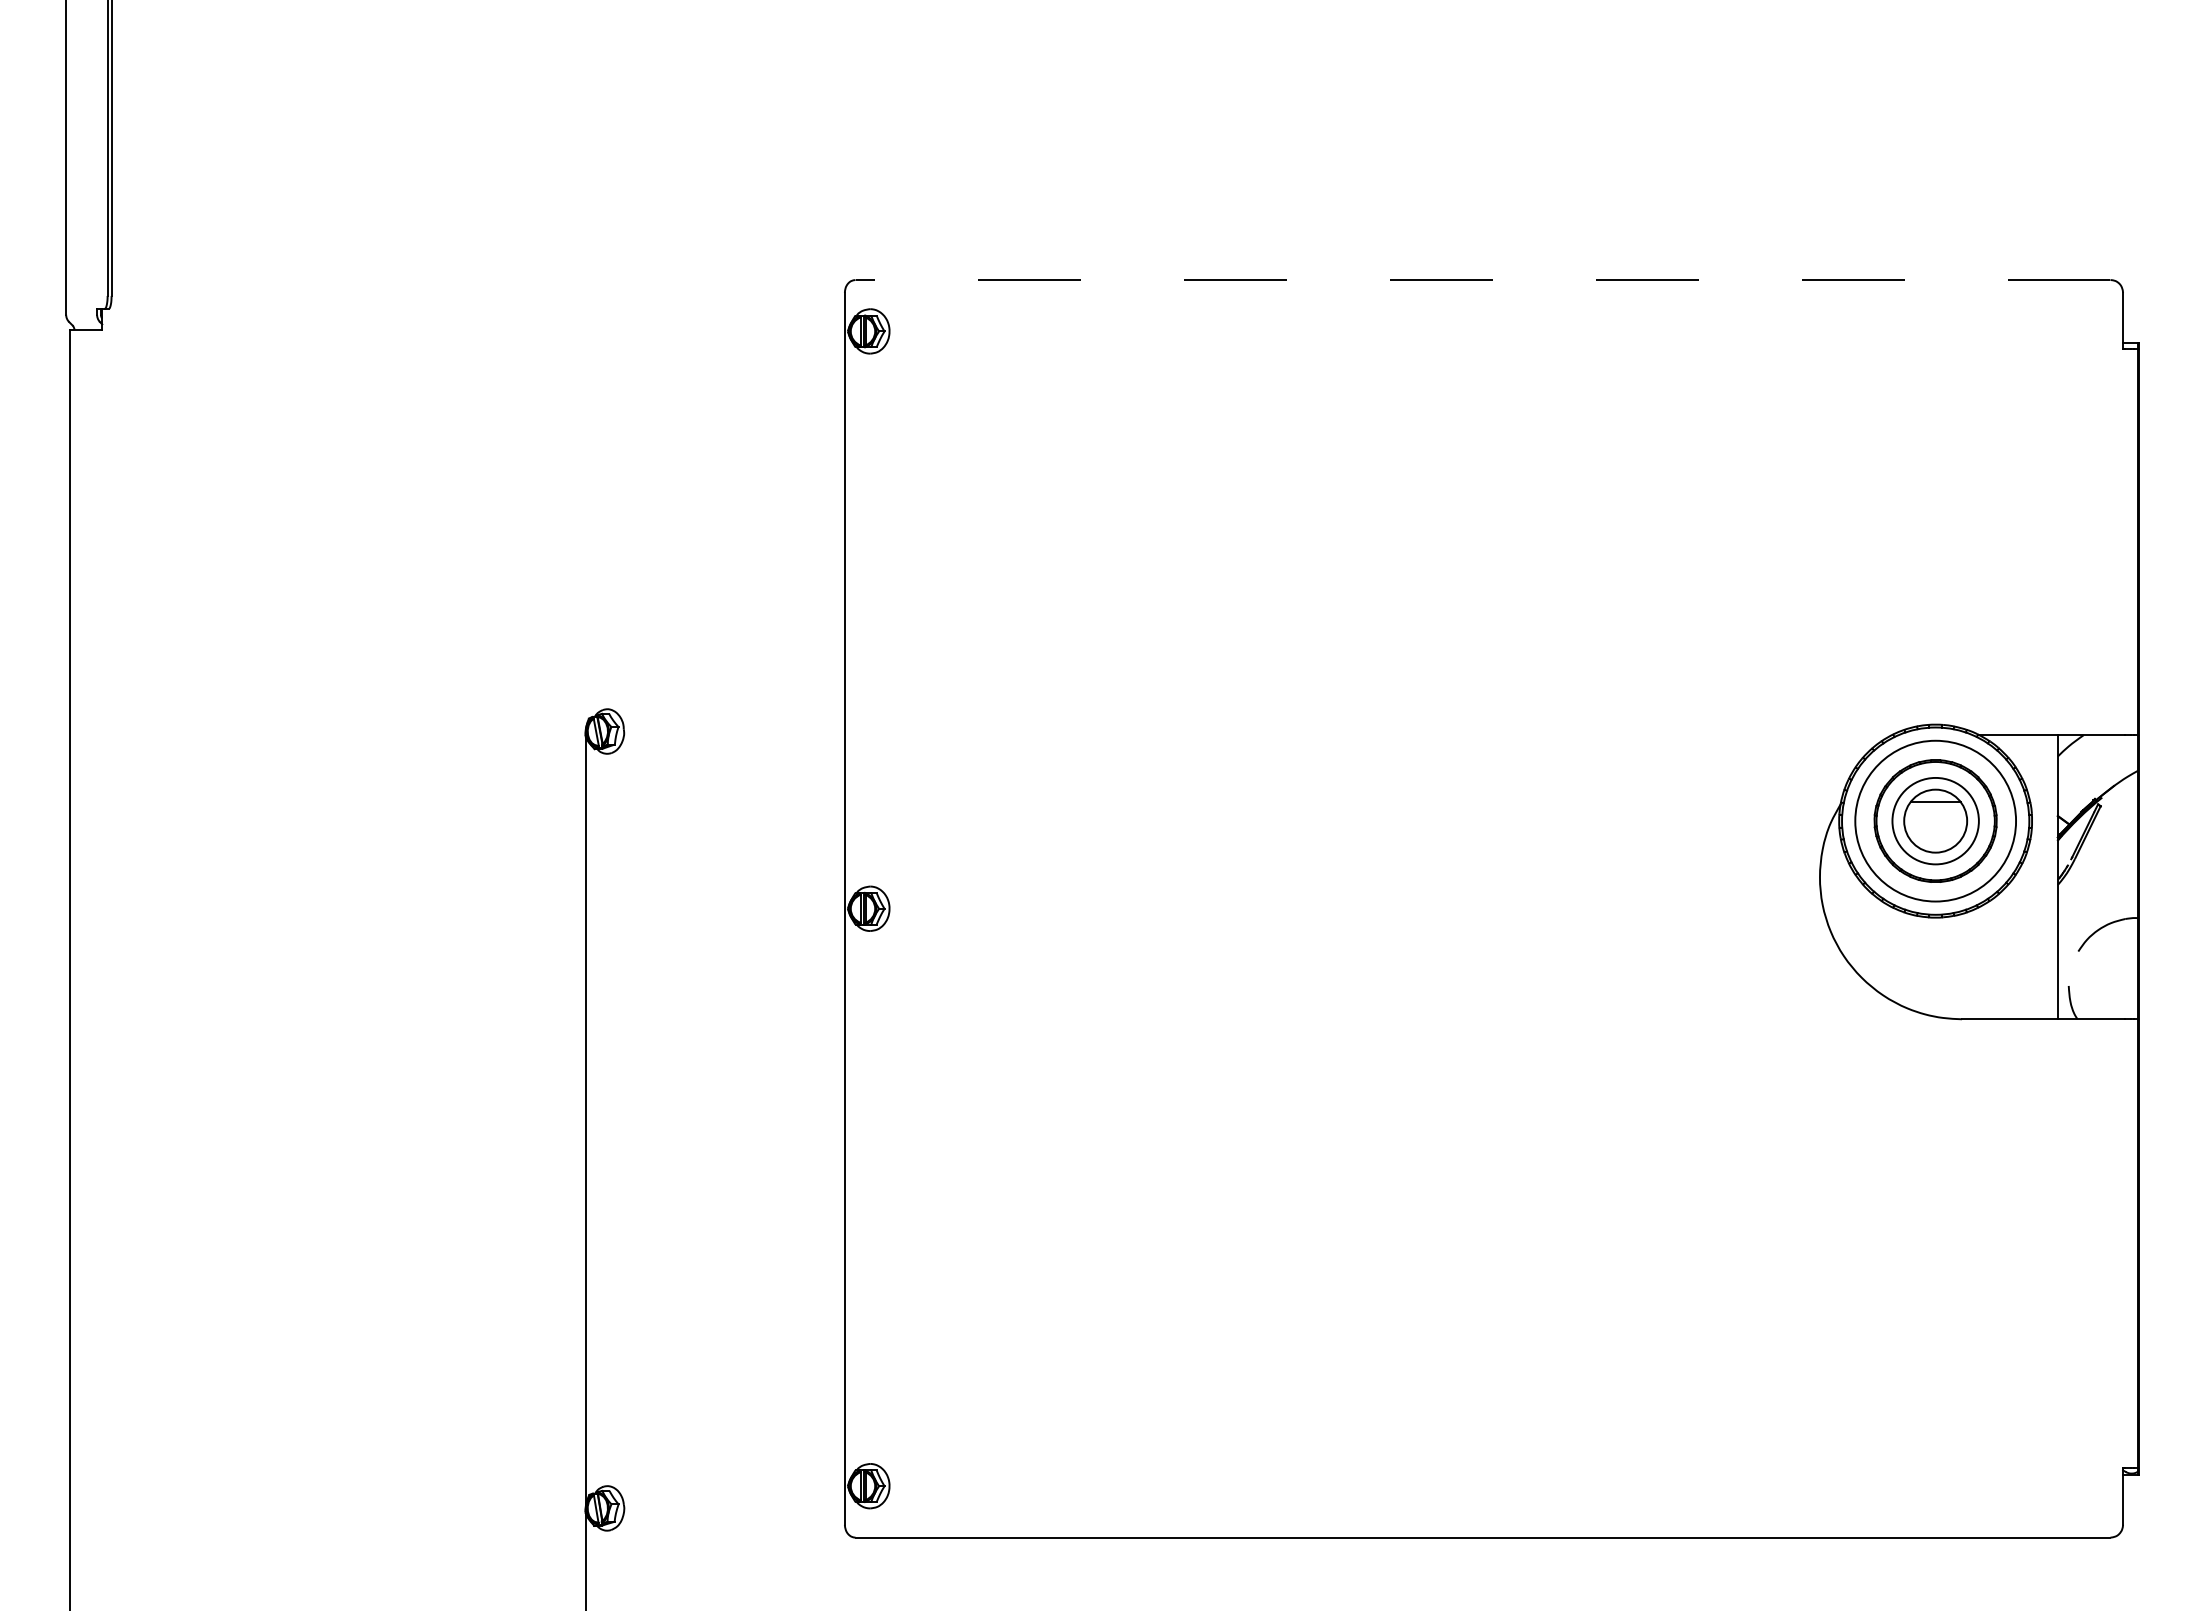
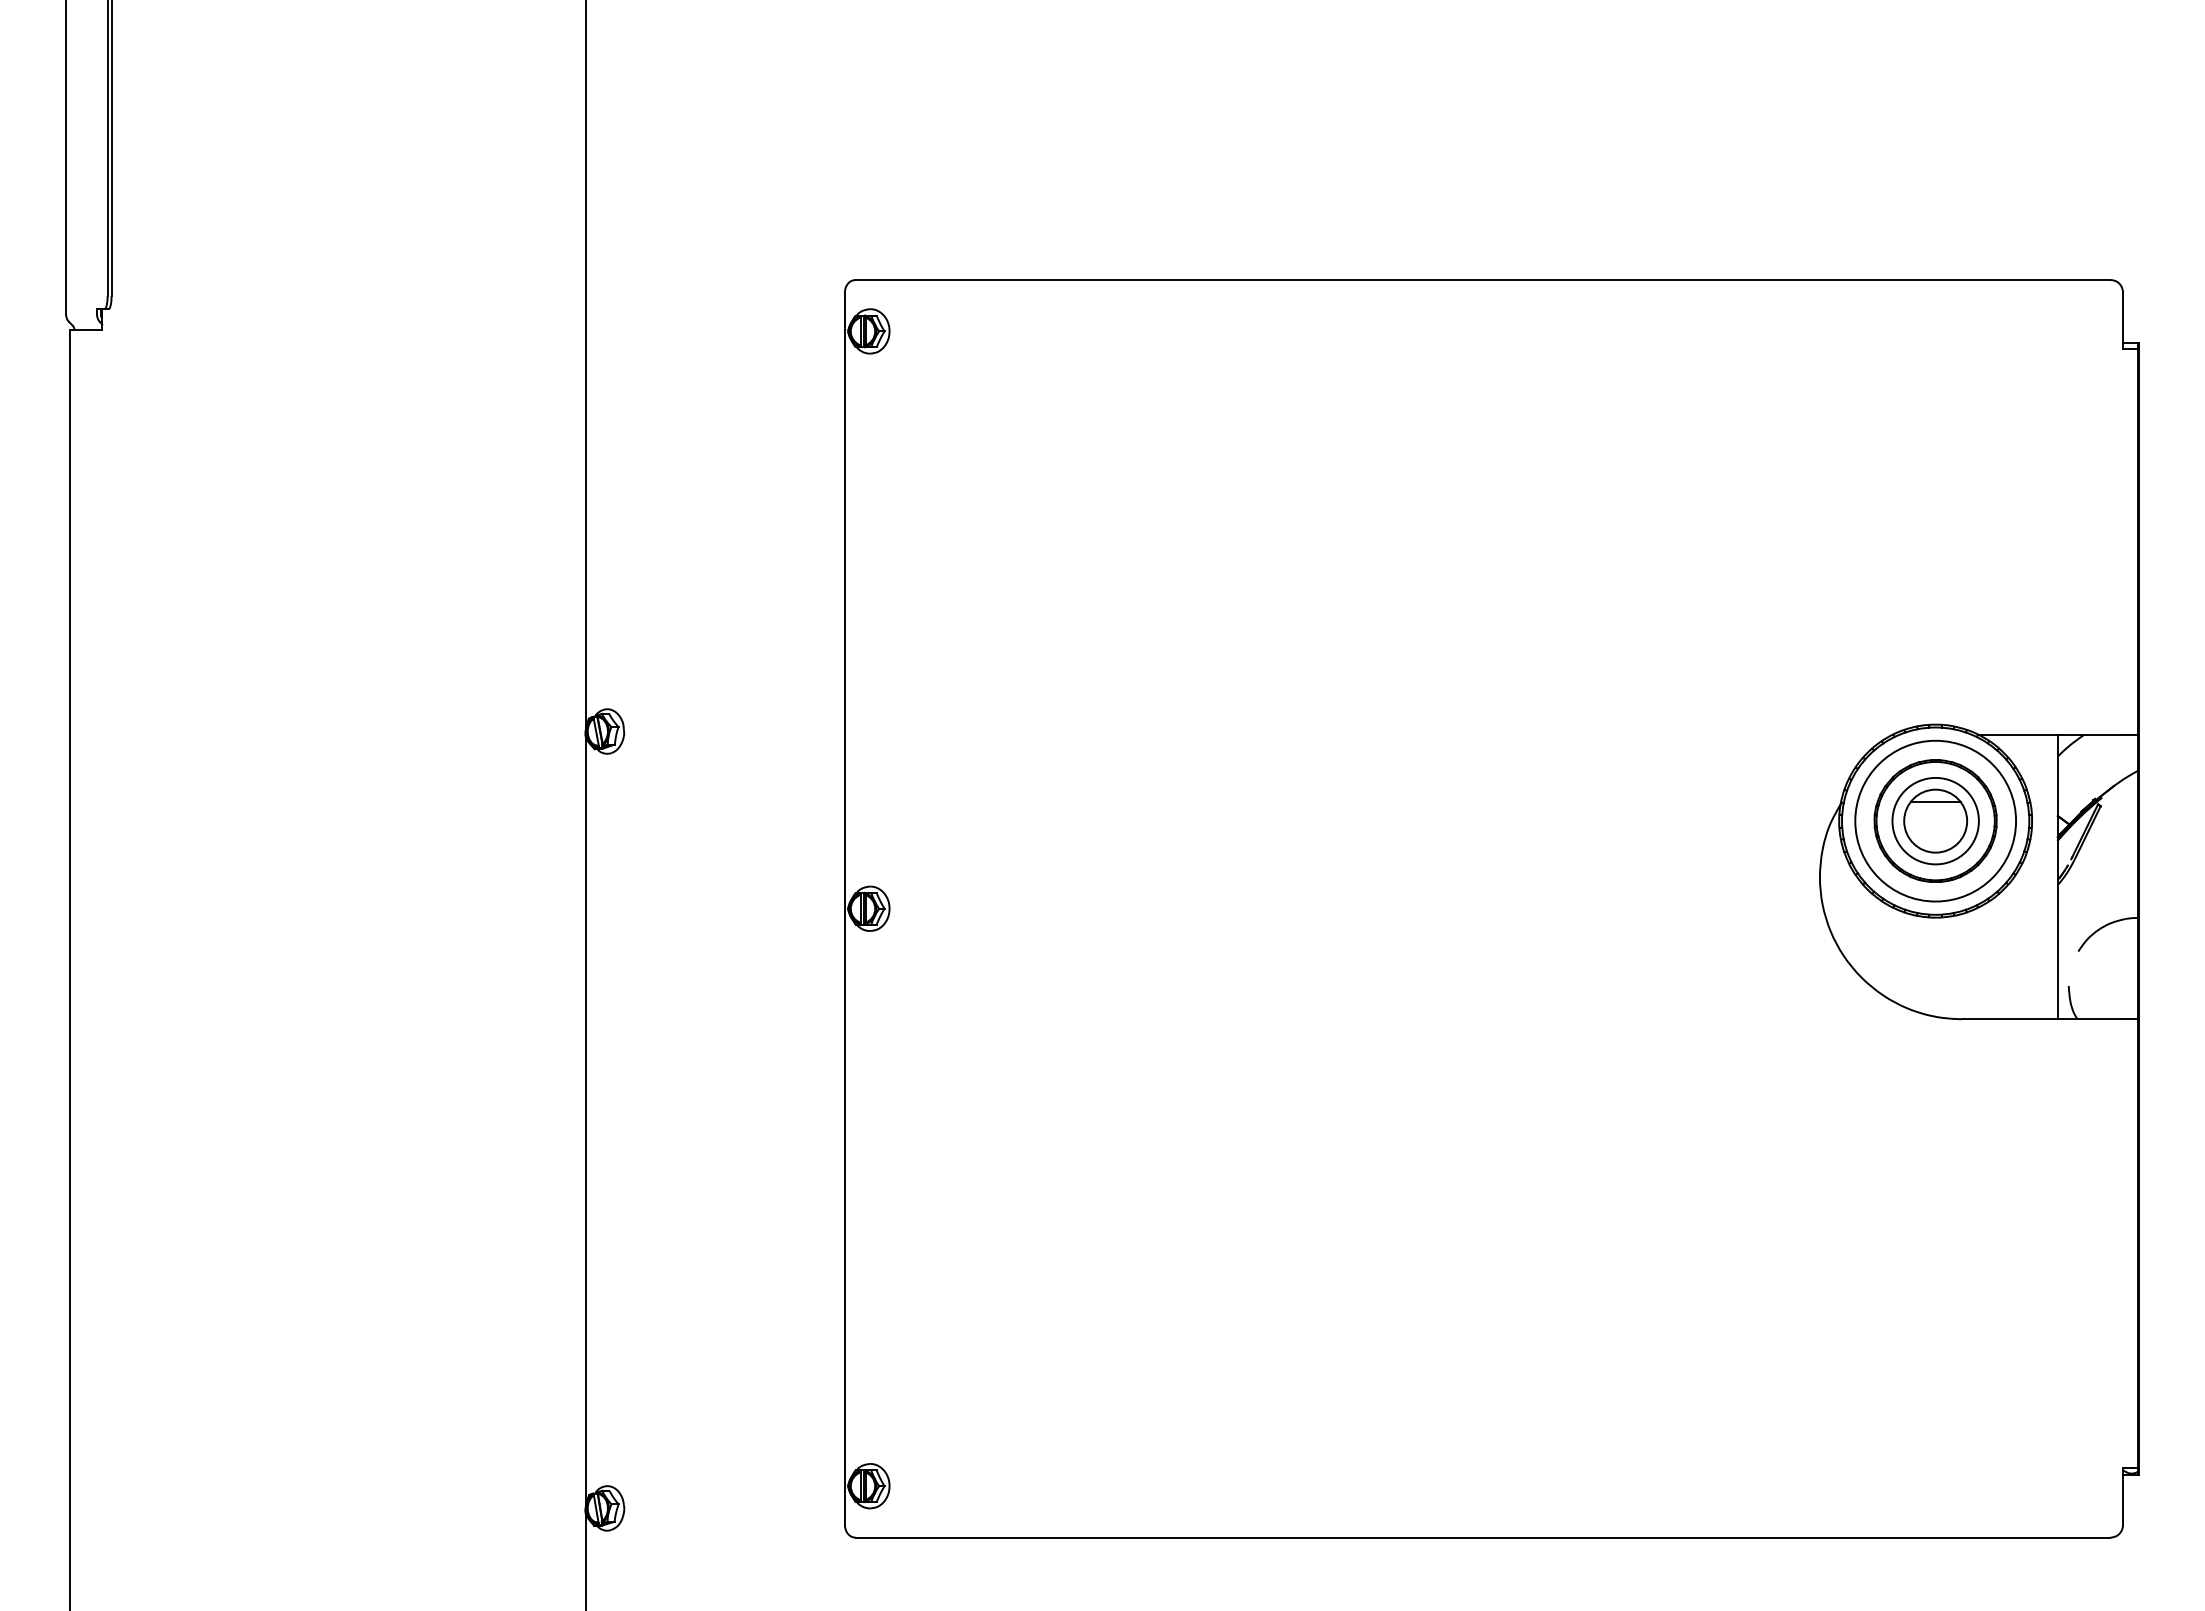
line at (1482, 280): dashed -> solid
line at (585, 367): none -> present
